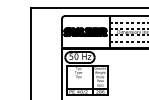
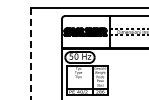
line at (127, 22): present -> none
line at (127, 41): present -> none
line at (31, 53): solid -> dashed
